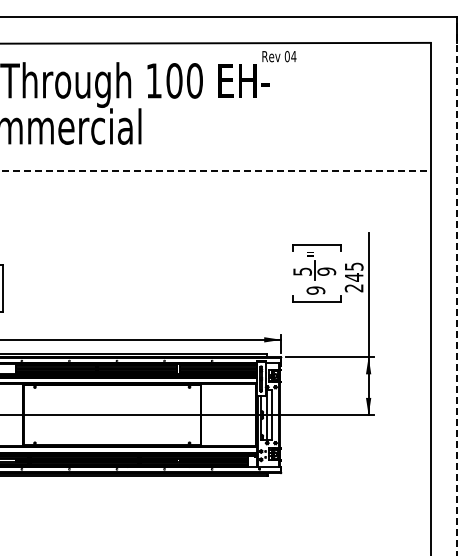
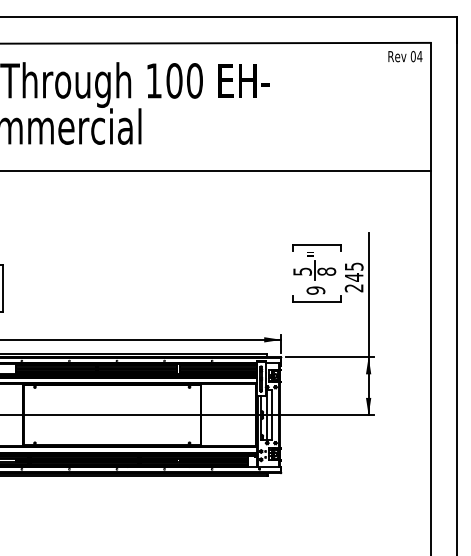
text at (279, 56) position: (279, 56) -> (405, 56)
line at (215, 171): dashed -> solid
text at (326, 271): 9 -> 8
line at (456, 285): dashed -> solid
